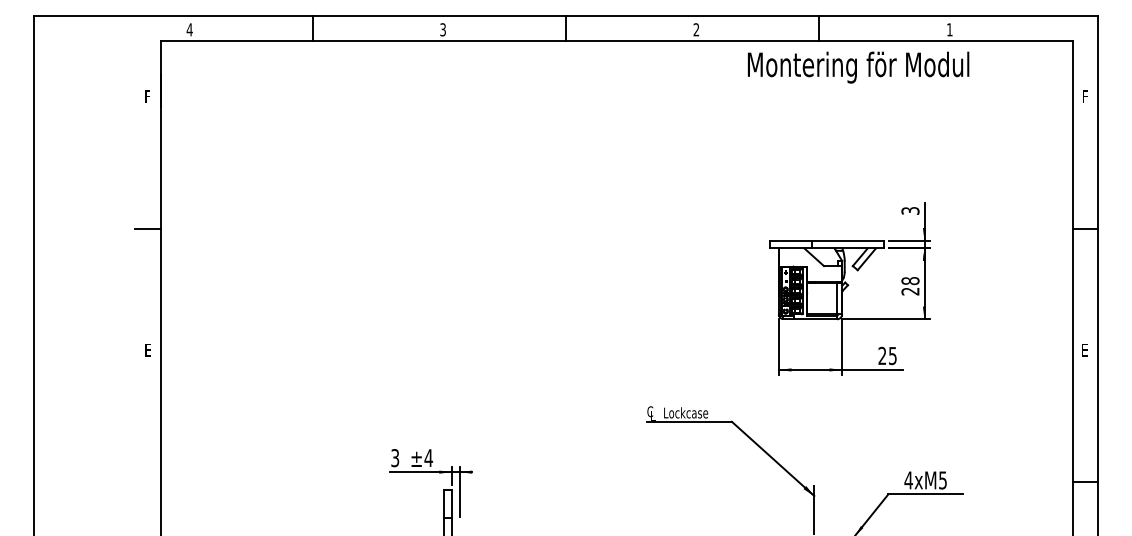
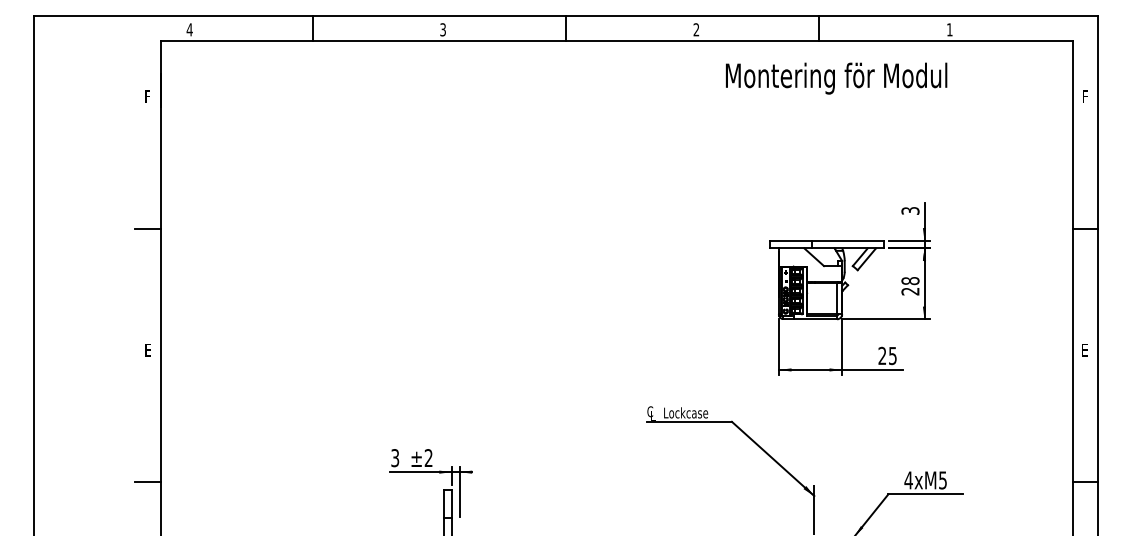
text at (858, 67) position: (858, 67) -> (836, 78)
text at (428, 457): ±4 -> ±2
line at (147, 482): none -> present
